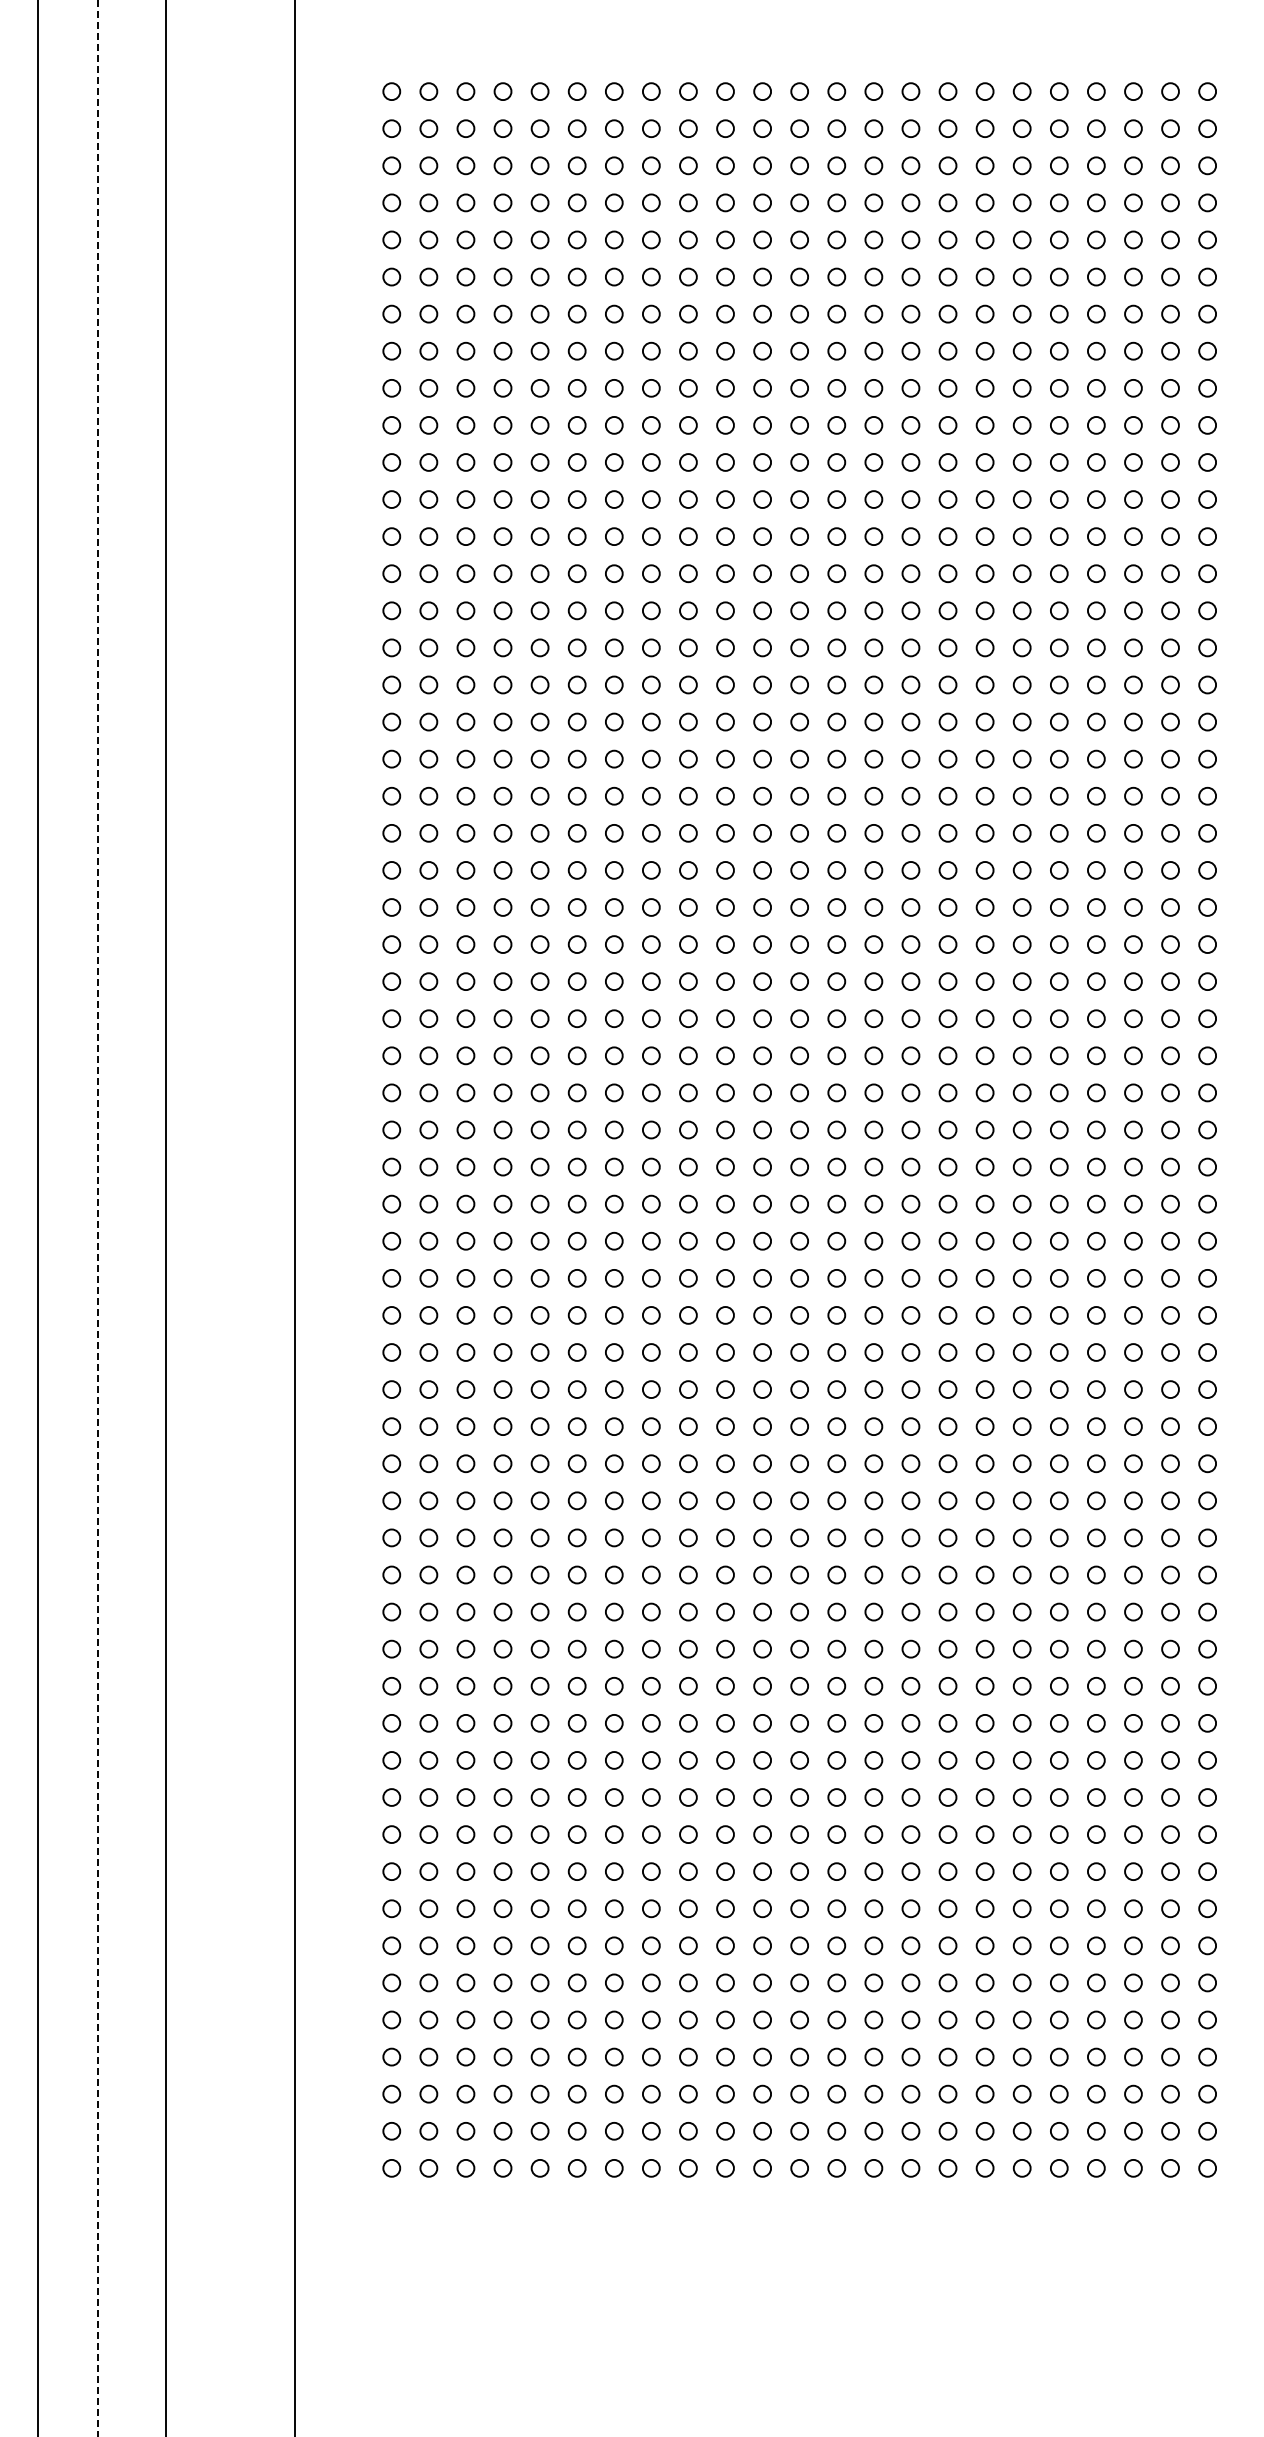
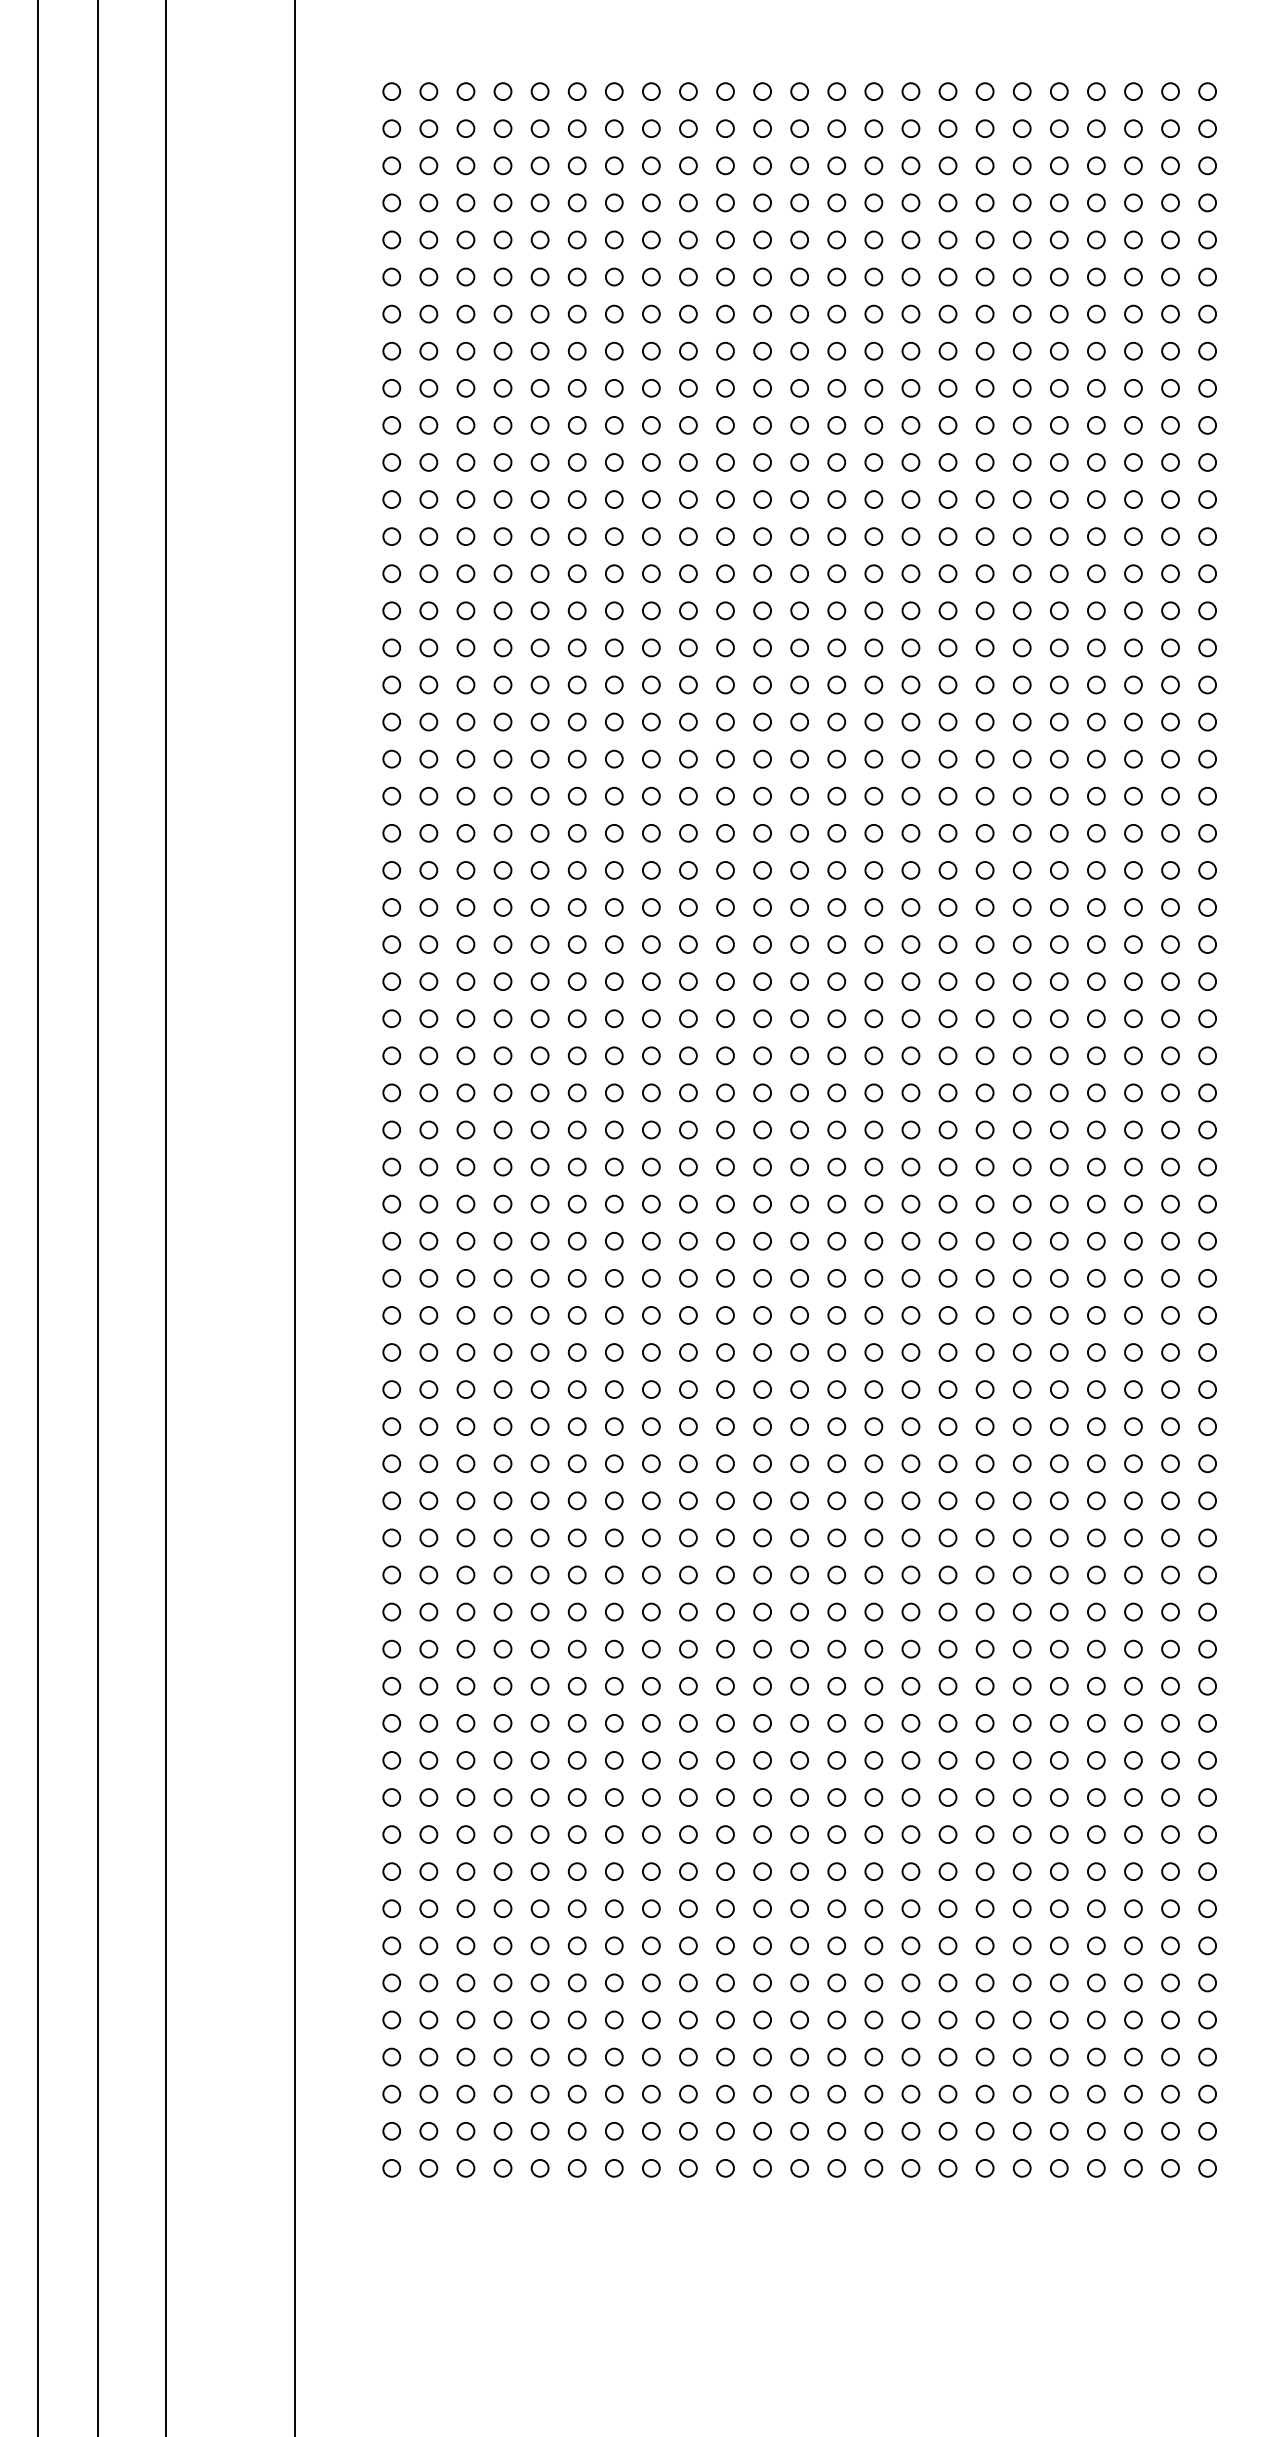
line at (98, 1218): dashed -> solid
